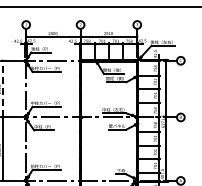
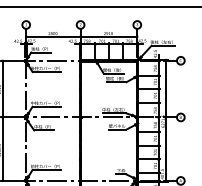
line at (2, 88): dashed -> solid
